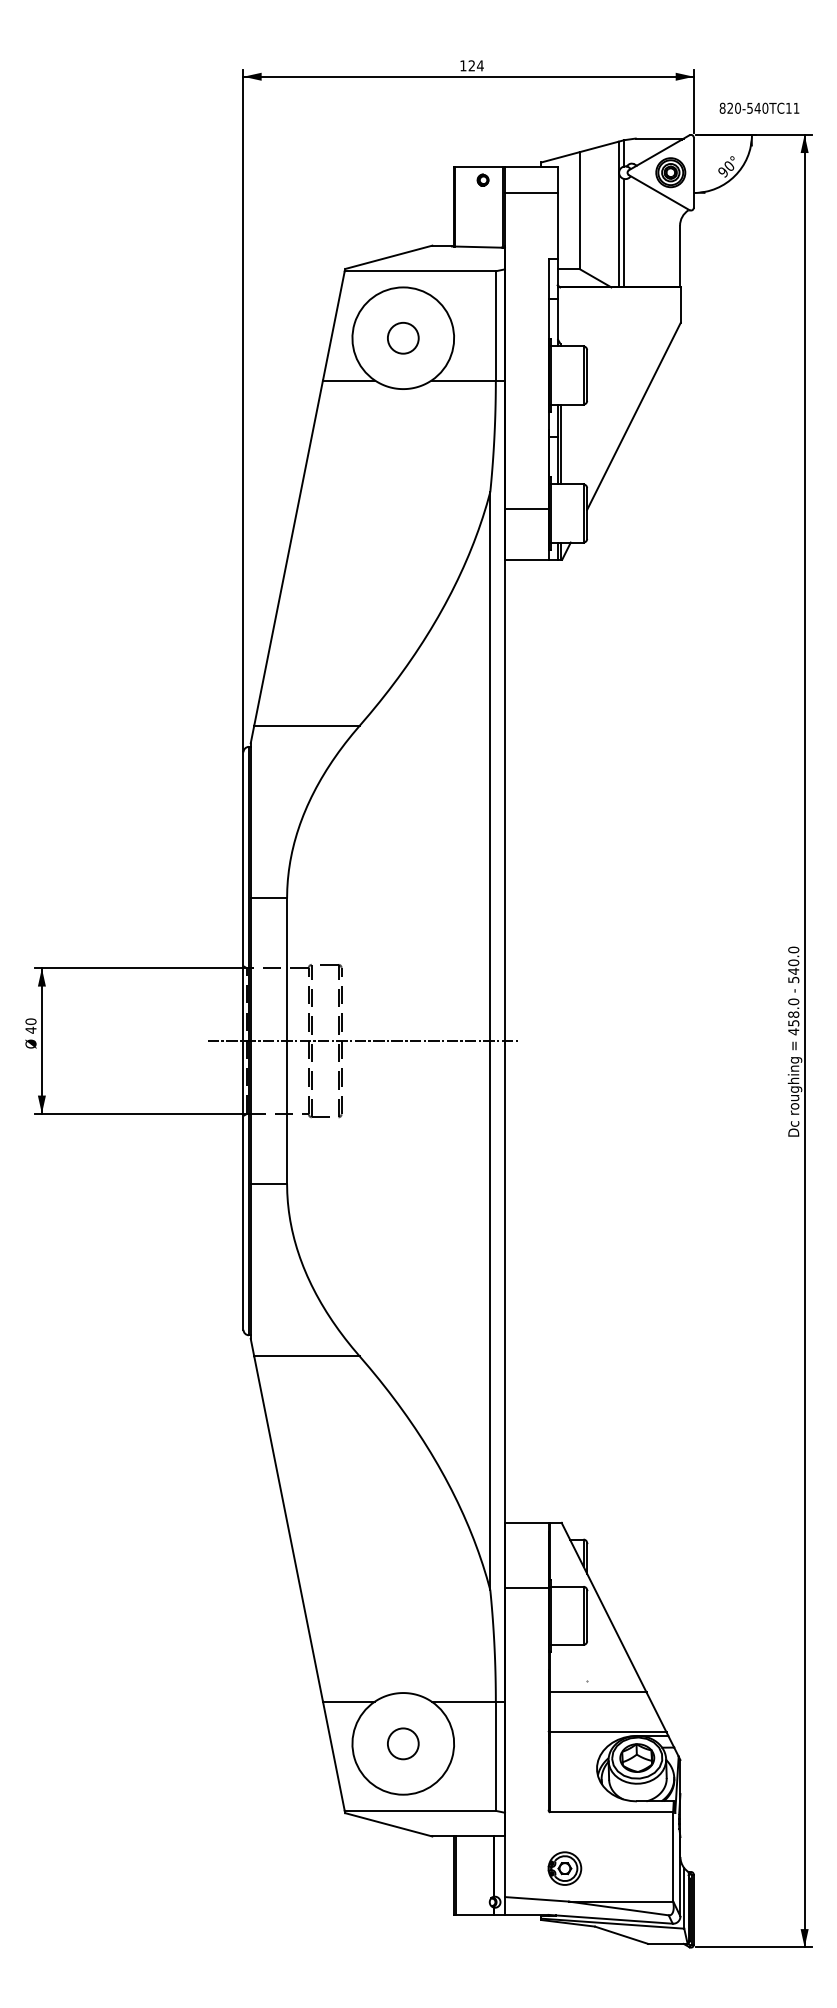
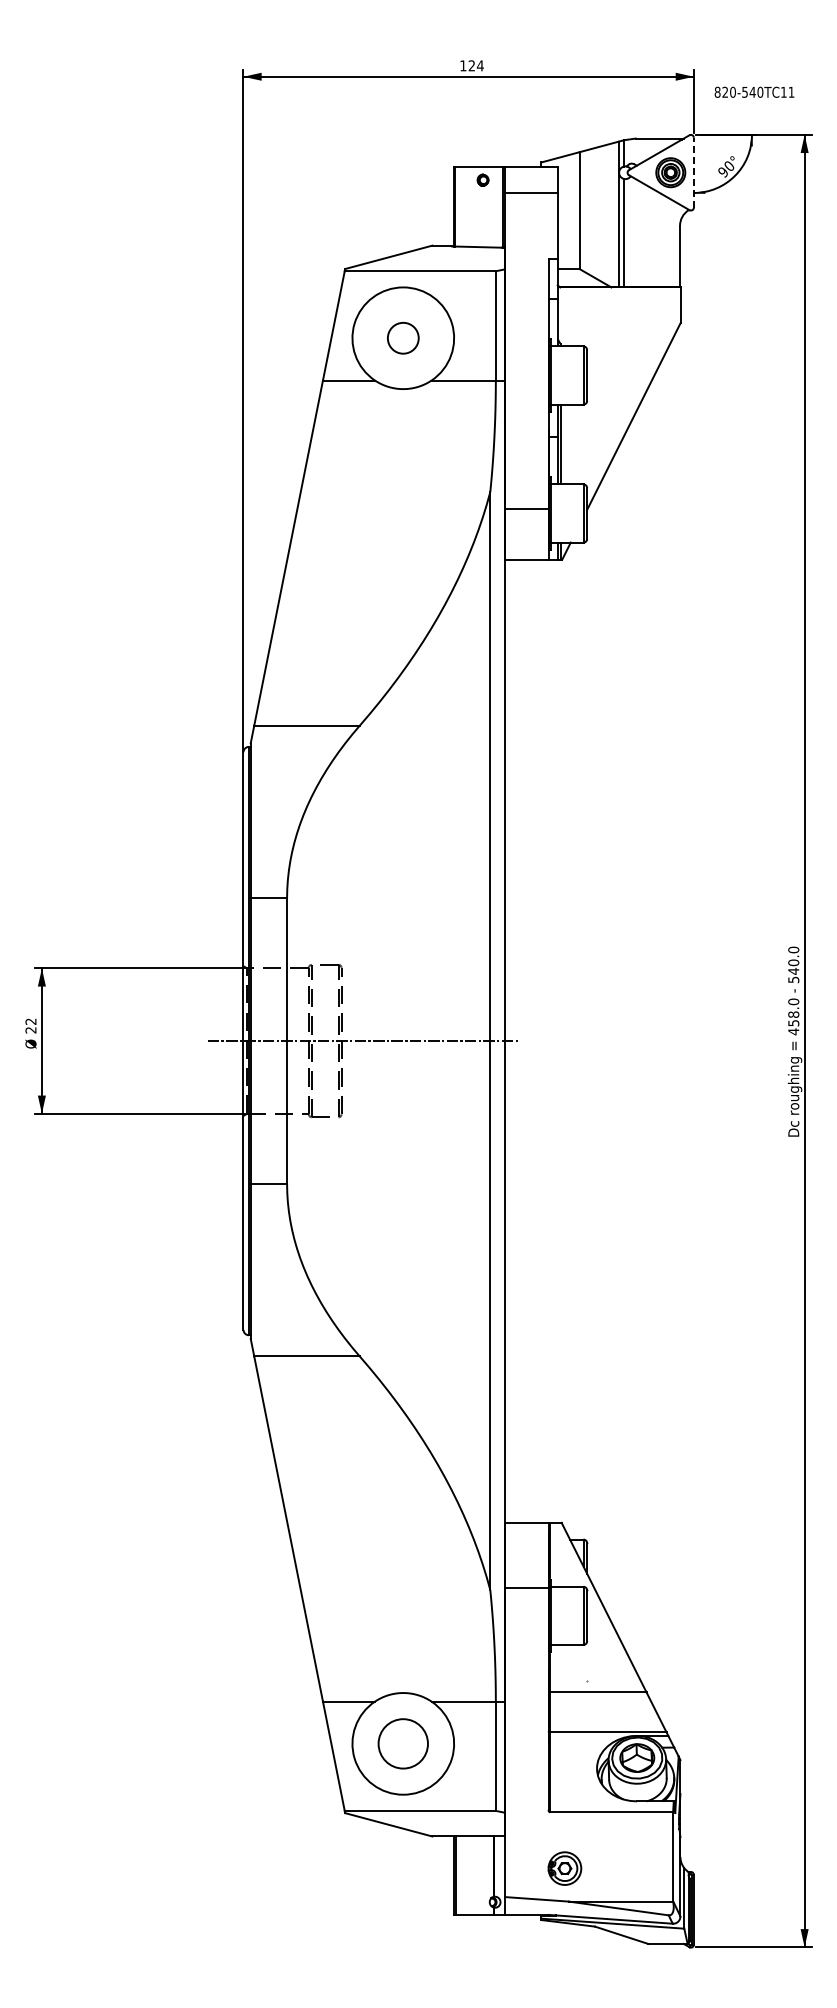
text at (759, 107) position: (759, 107) -> (754, 91)
line at (693, 172): solid -> dashed
text at (30, 1025): 40 -> 22
circle at (402, 1743) diameter: 31 px -> 49 px
